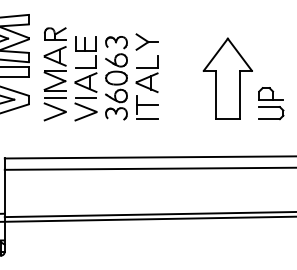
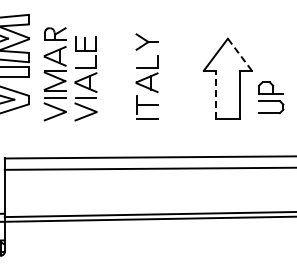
line at (239, 54): solid -> dashed
part at (116, 78): present -> none
line at (215, 94): solid -> dashed
part at (271, 103) position: (271, 103) -> (271, 97)
